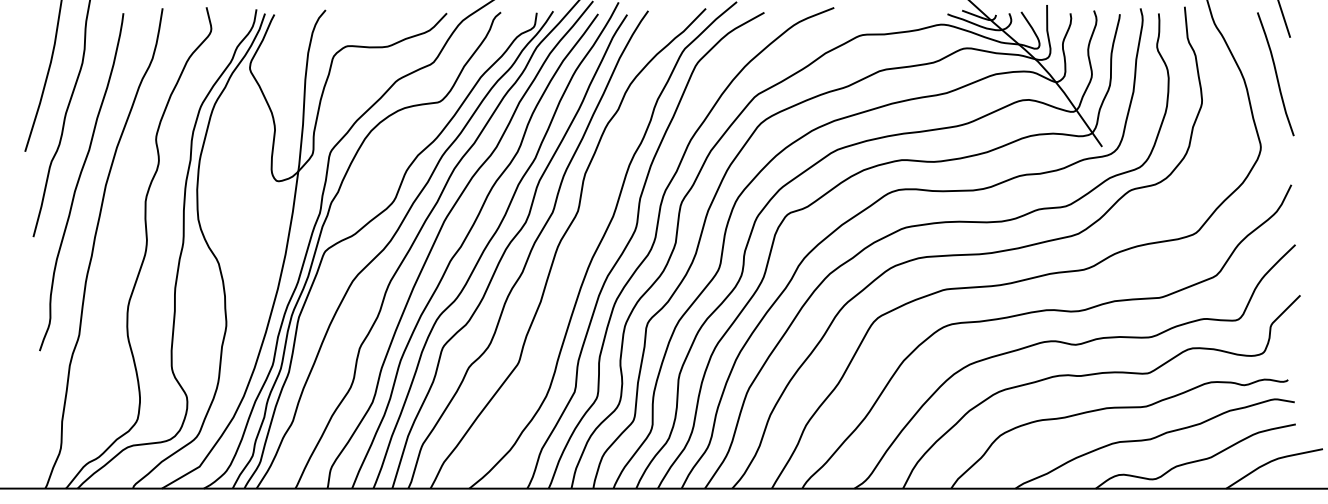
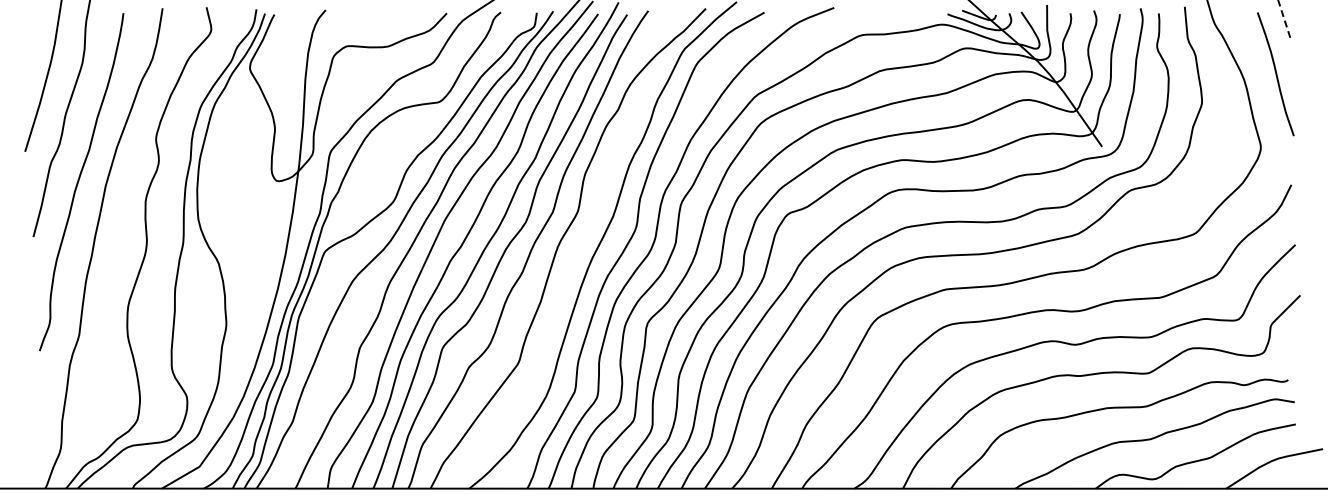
line at (1284, 18): solid -> dashed
